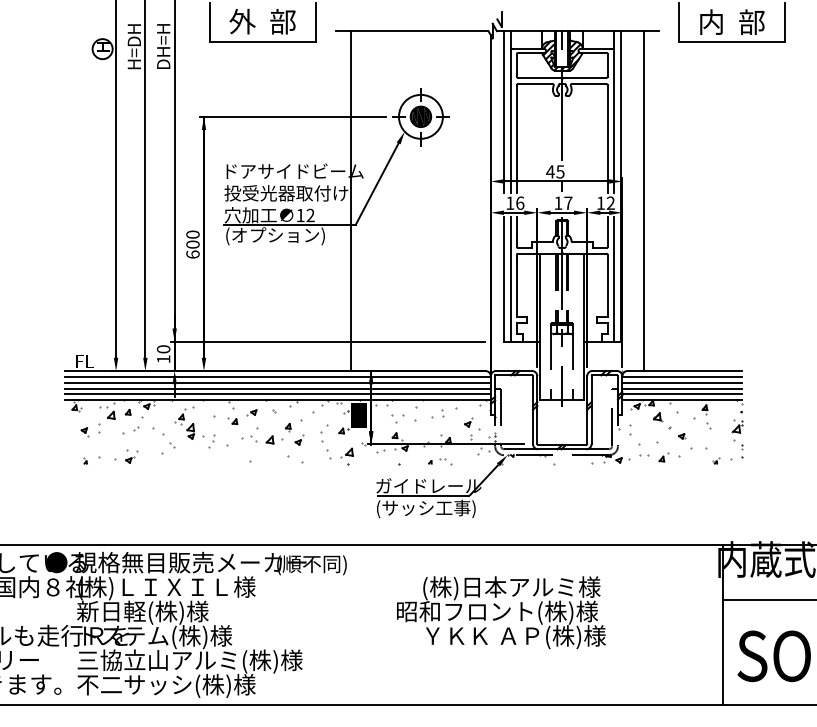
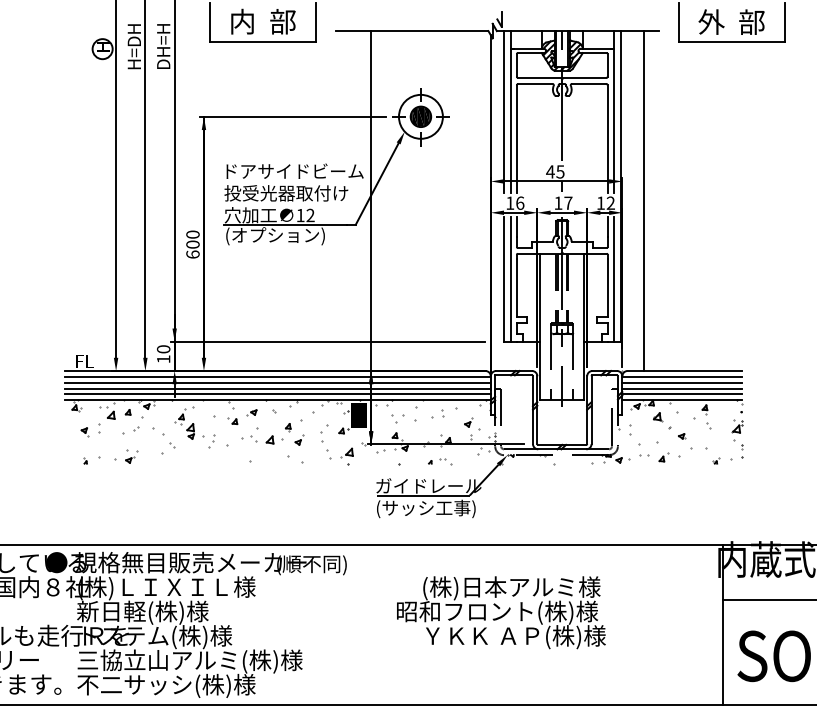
text at (242, 21): 外  部 -> 内  部
text at (711, 21): 内  部 -> 外  部
line at (351, 201) position: (351, 201) -> (371, 201)
